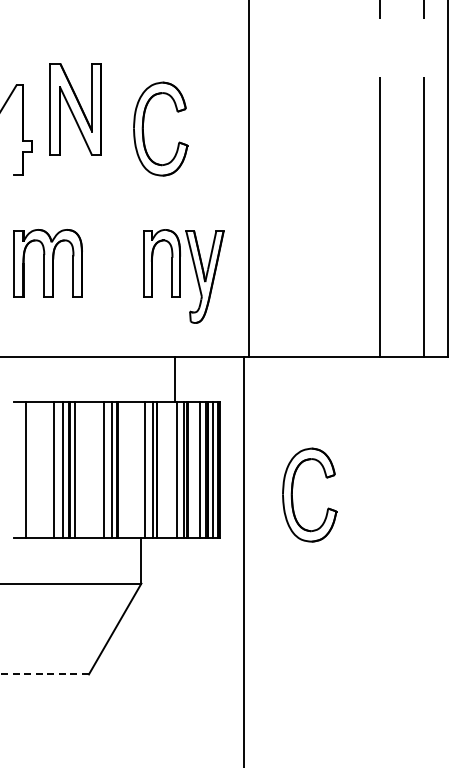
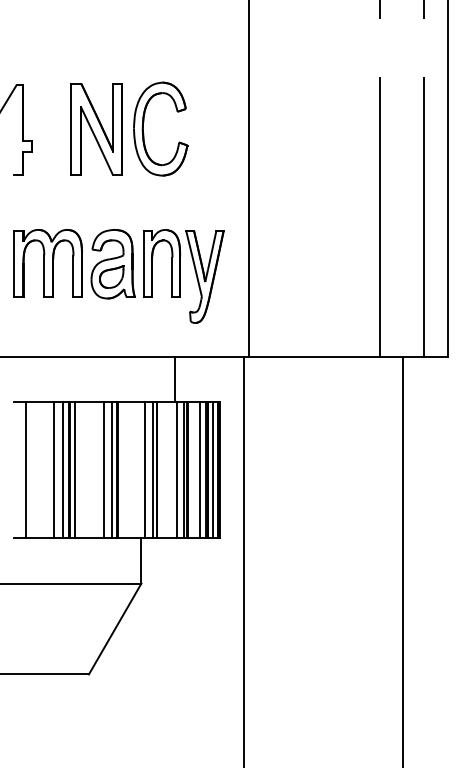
part at (75, 109) position: (75, 109) -> (96, 129)
part at (112, 264): none -> present
part at (293, 499): present -> none
line at (402, 560): none -> present
line at (44, 674): dashed -> solid
